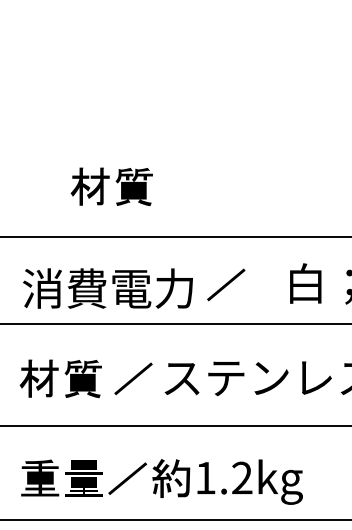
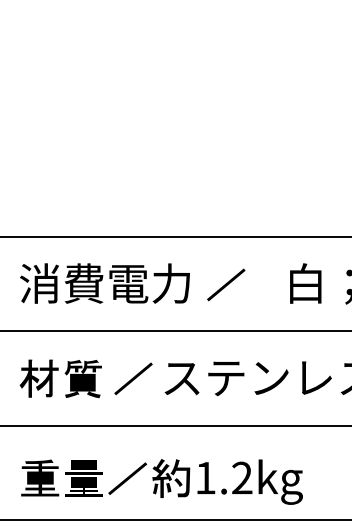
part at (115, 181): present -> none
part at (107, 288) position: (107, 288) -> (104, 283)
line at (175, 324) position: (175, 324) -> (175, 331)
